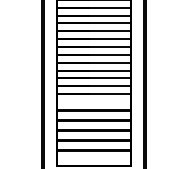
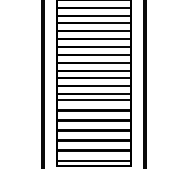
line at (93, 100): none -> present
line at (93, 160): none -> present
